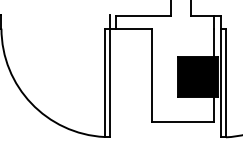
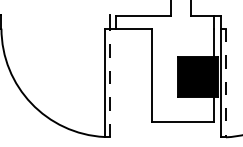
line at (109, 82): solid -> dashed
line at (225, 83): solid -> dashed
